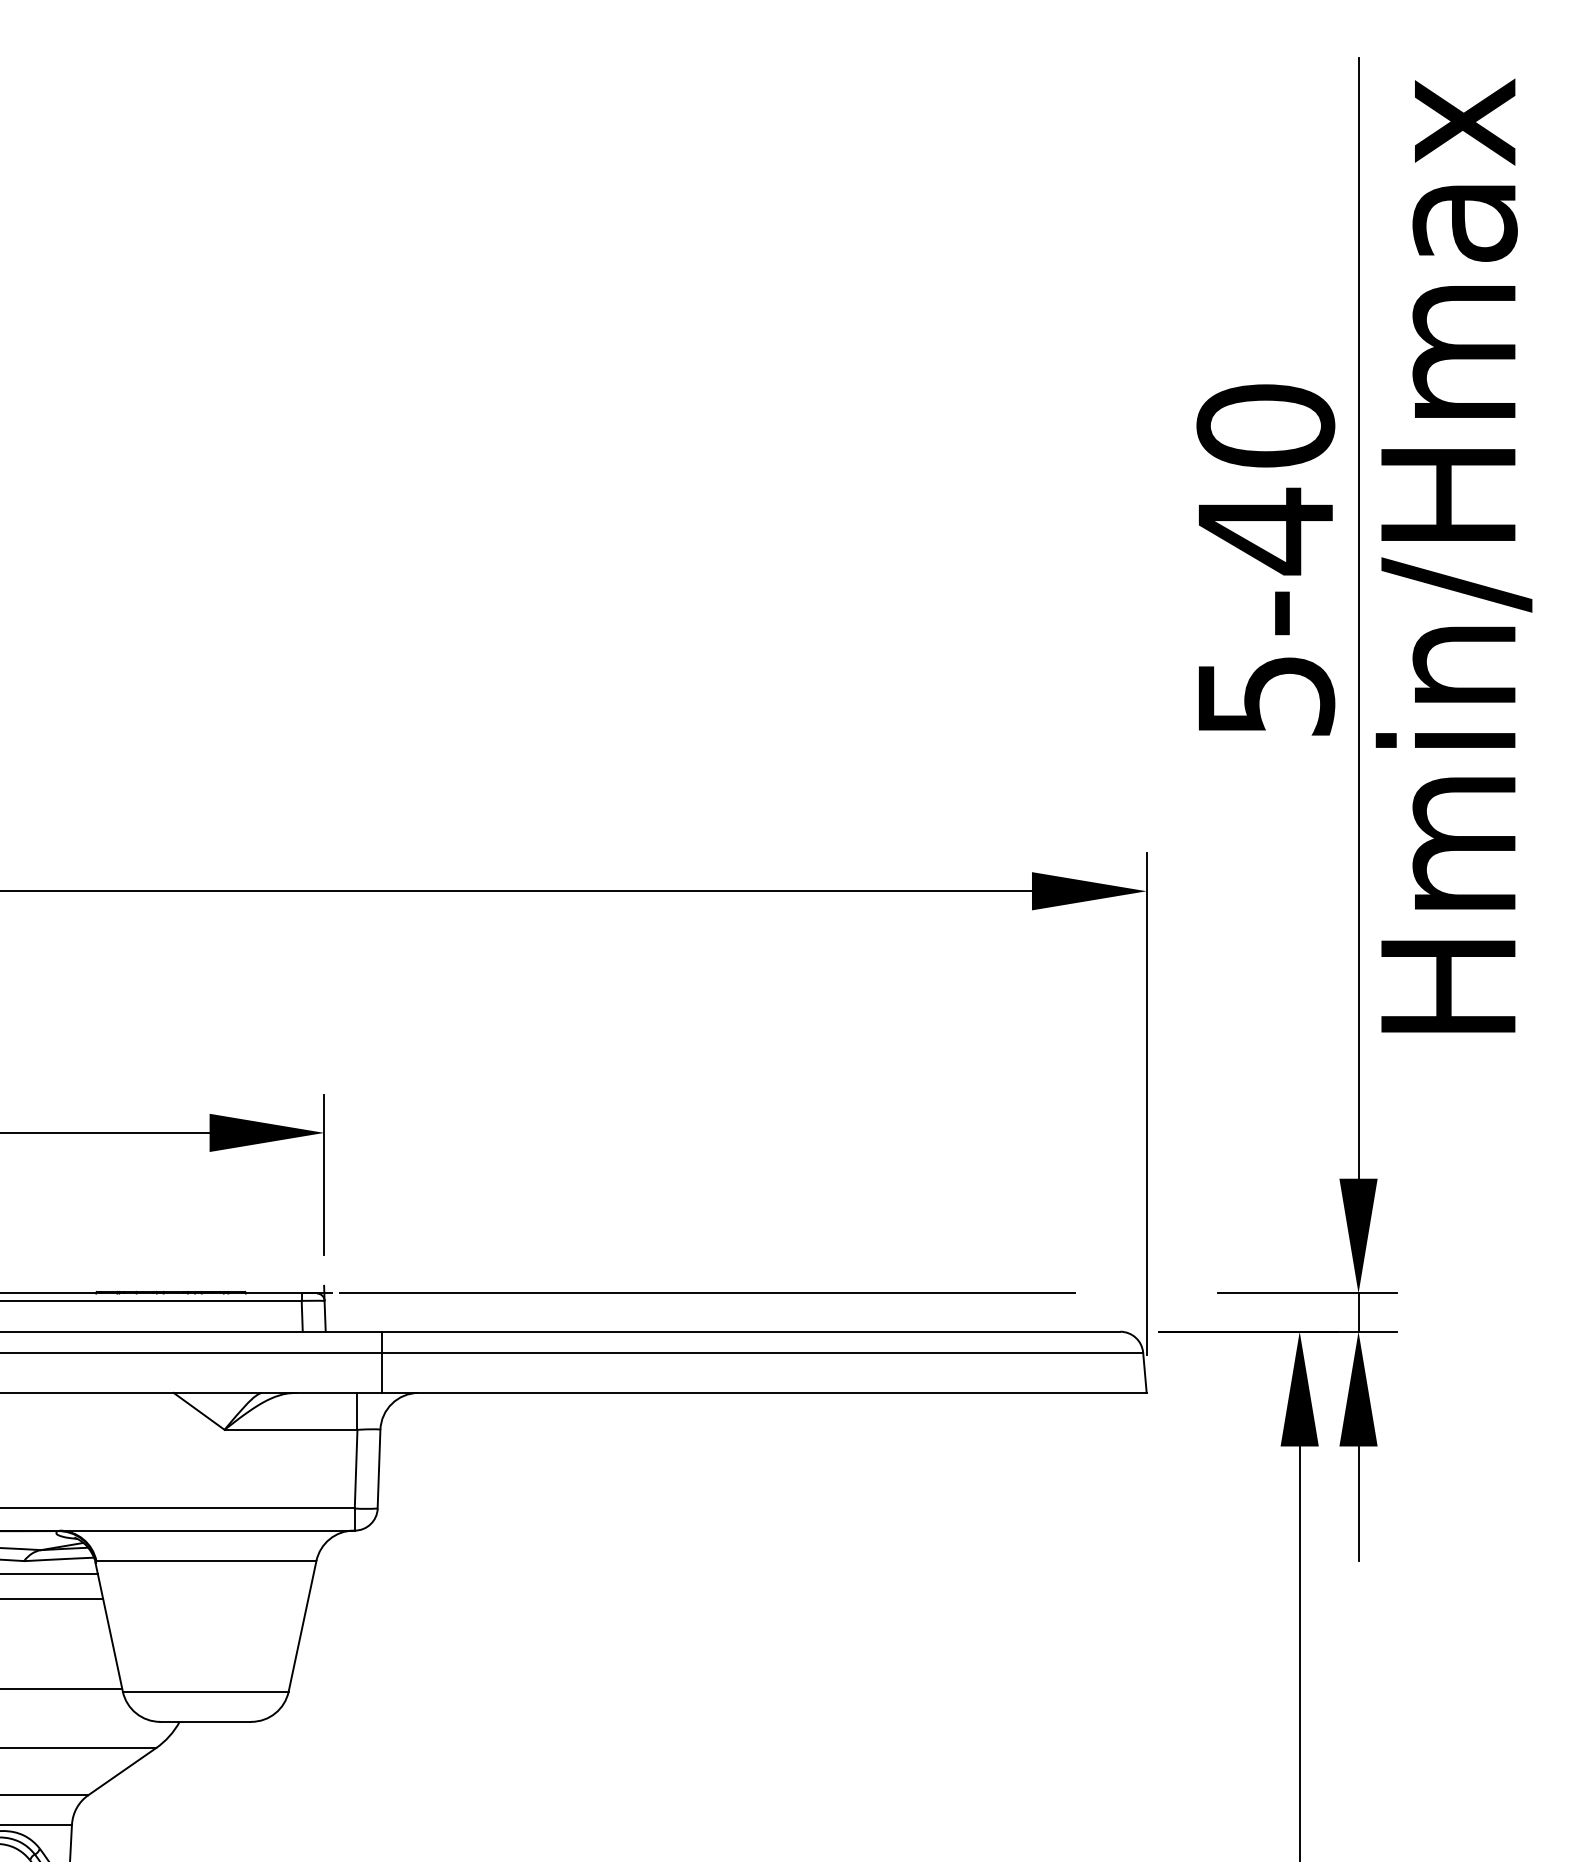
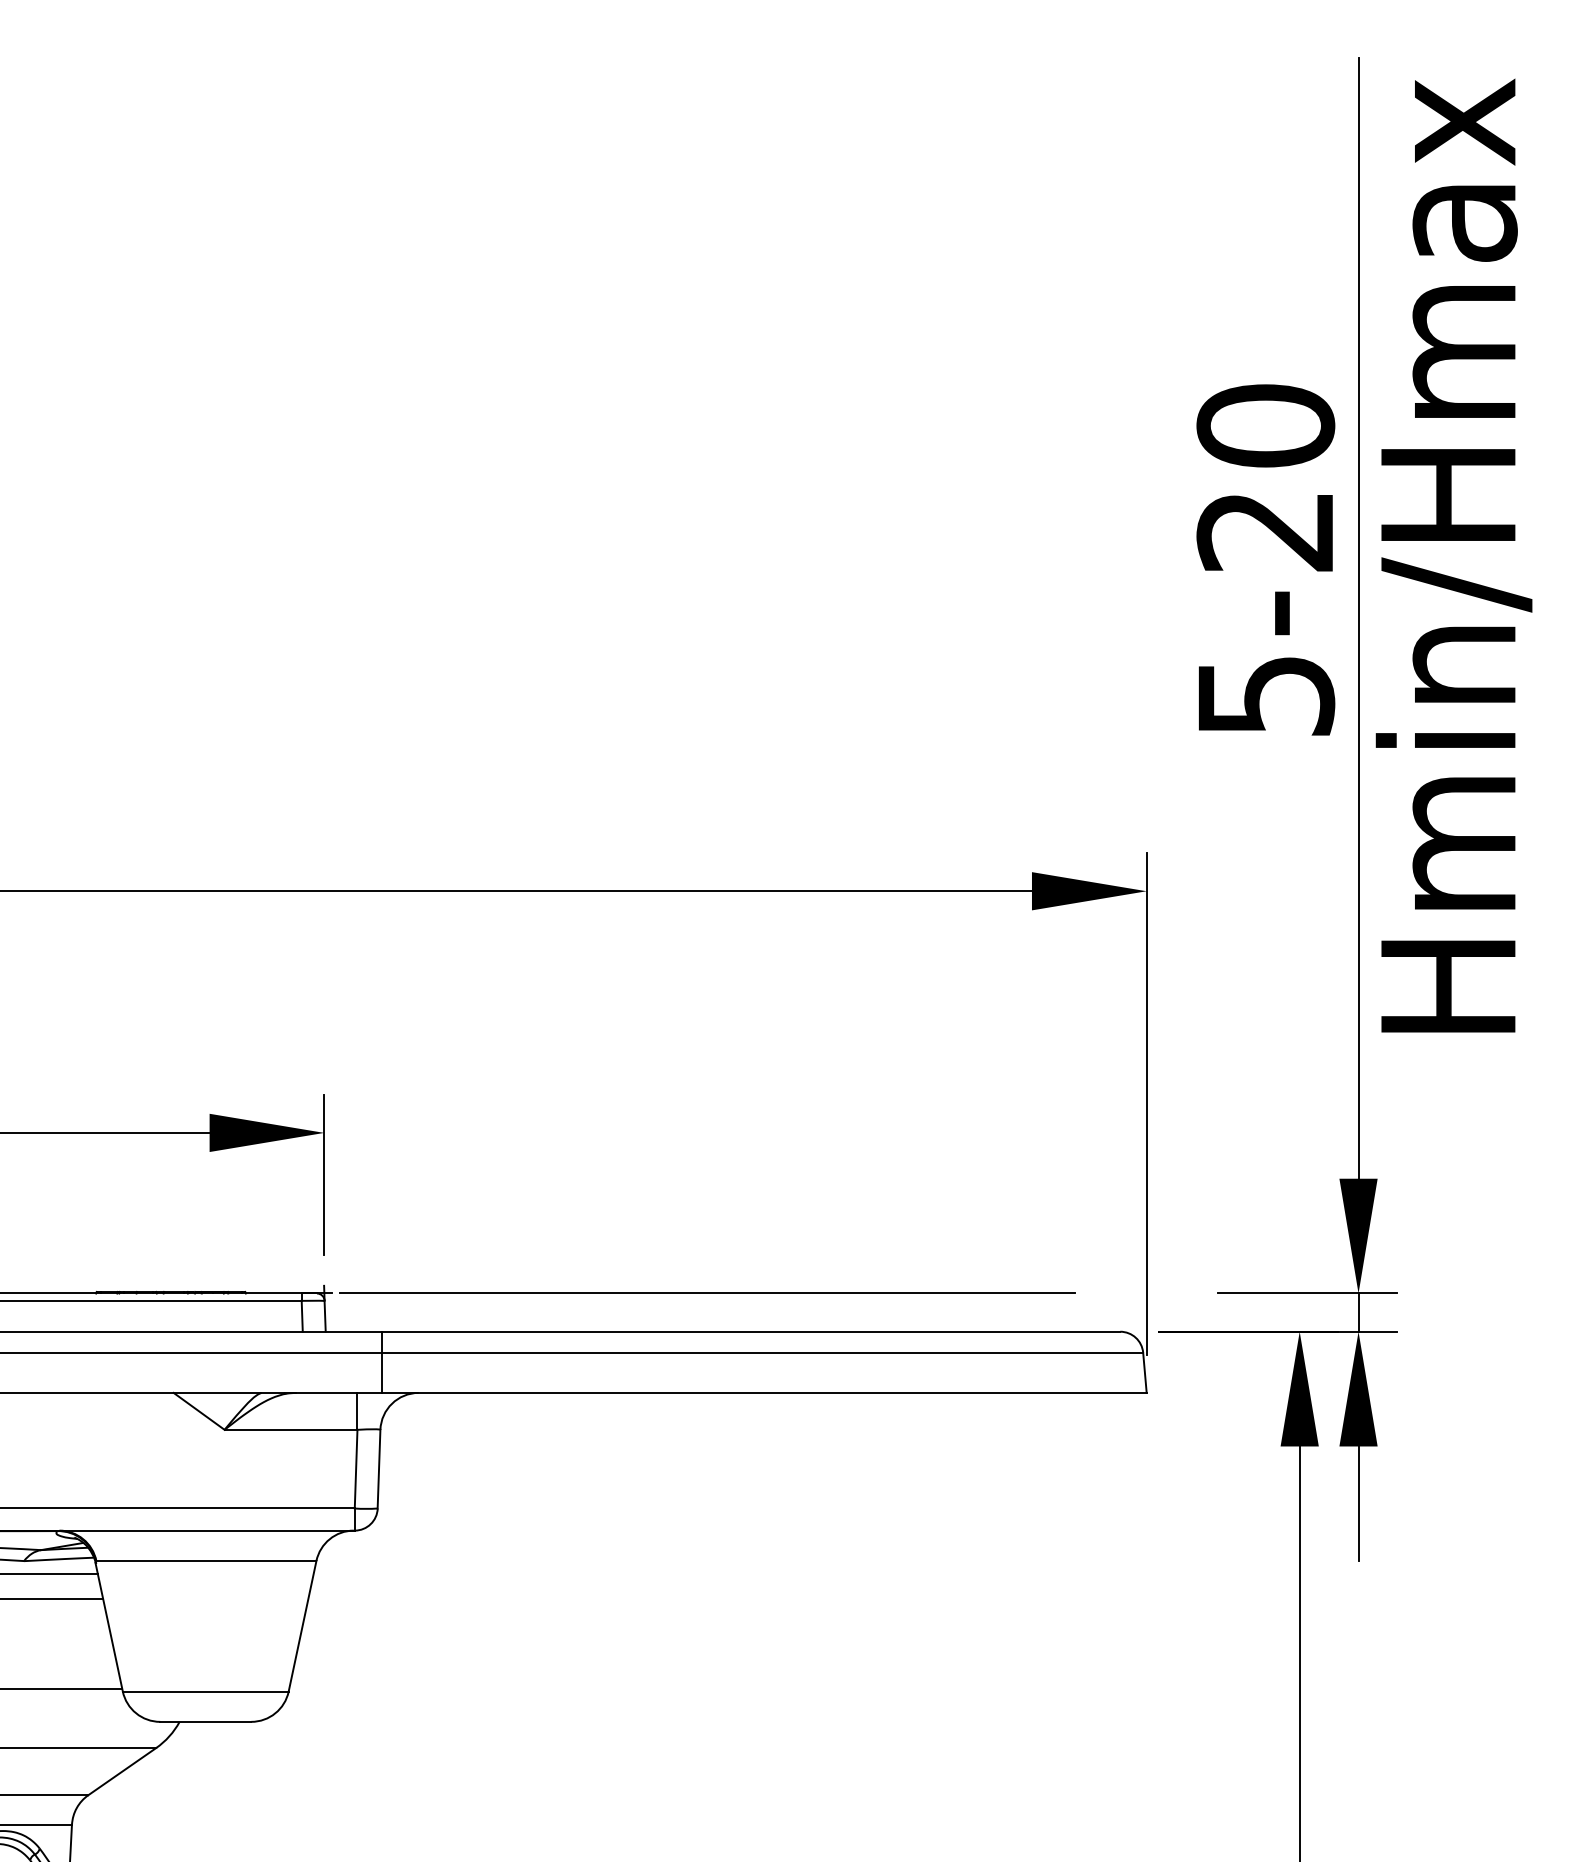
text at (1264, 531): 5-40 -> 5-20
